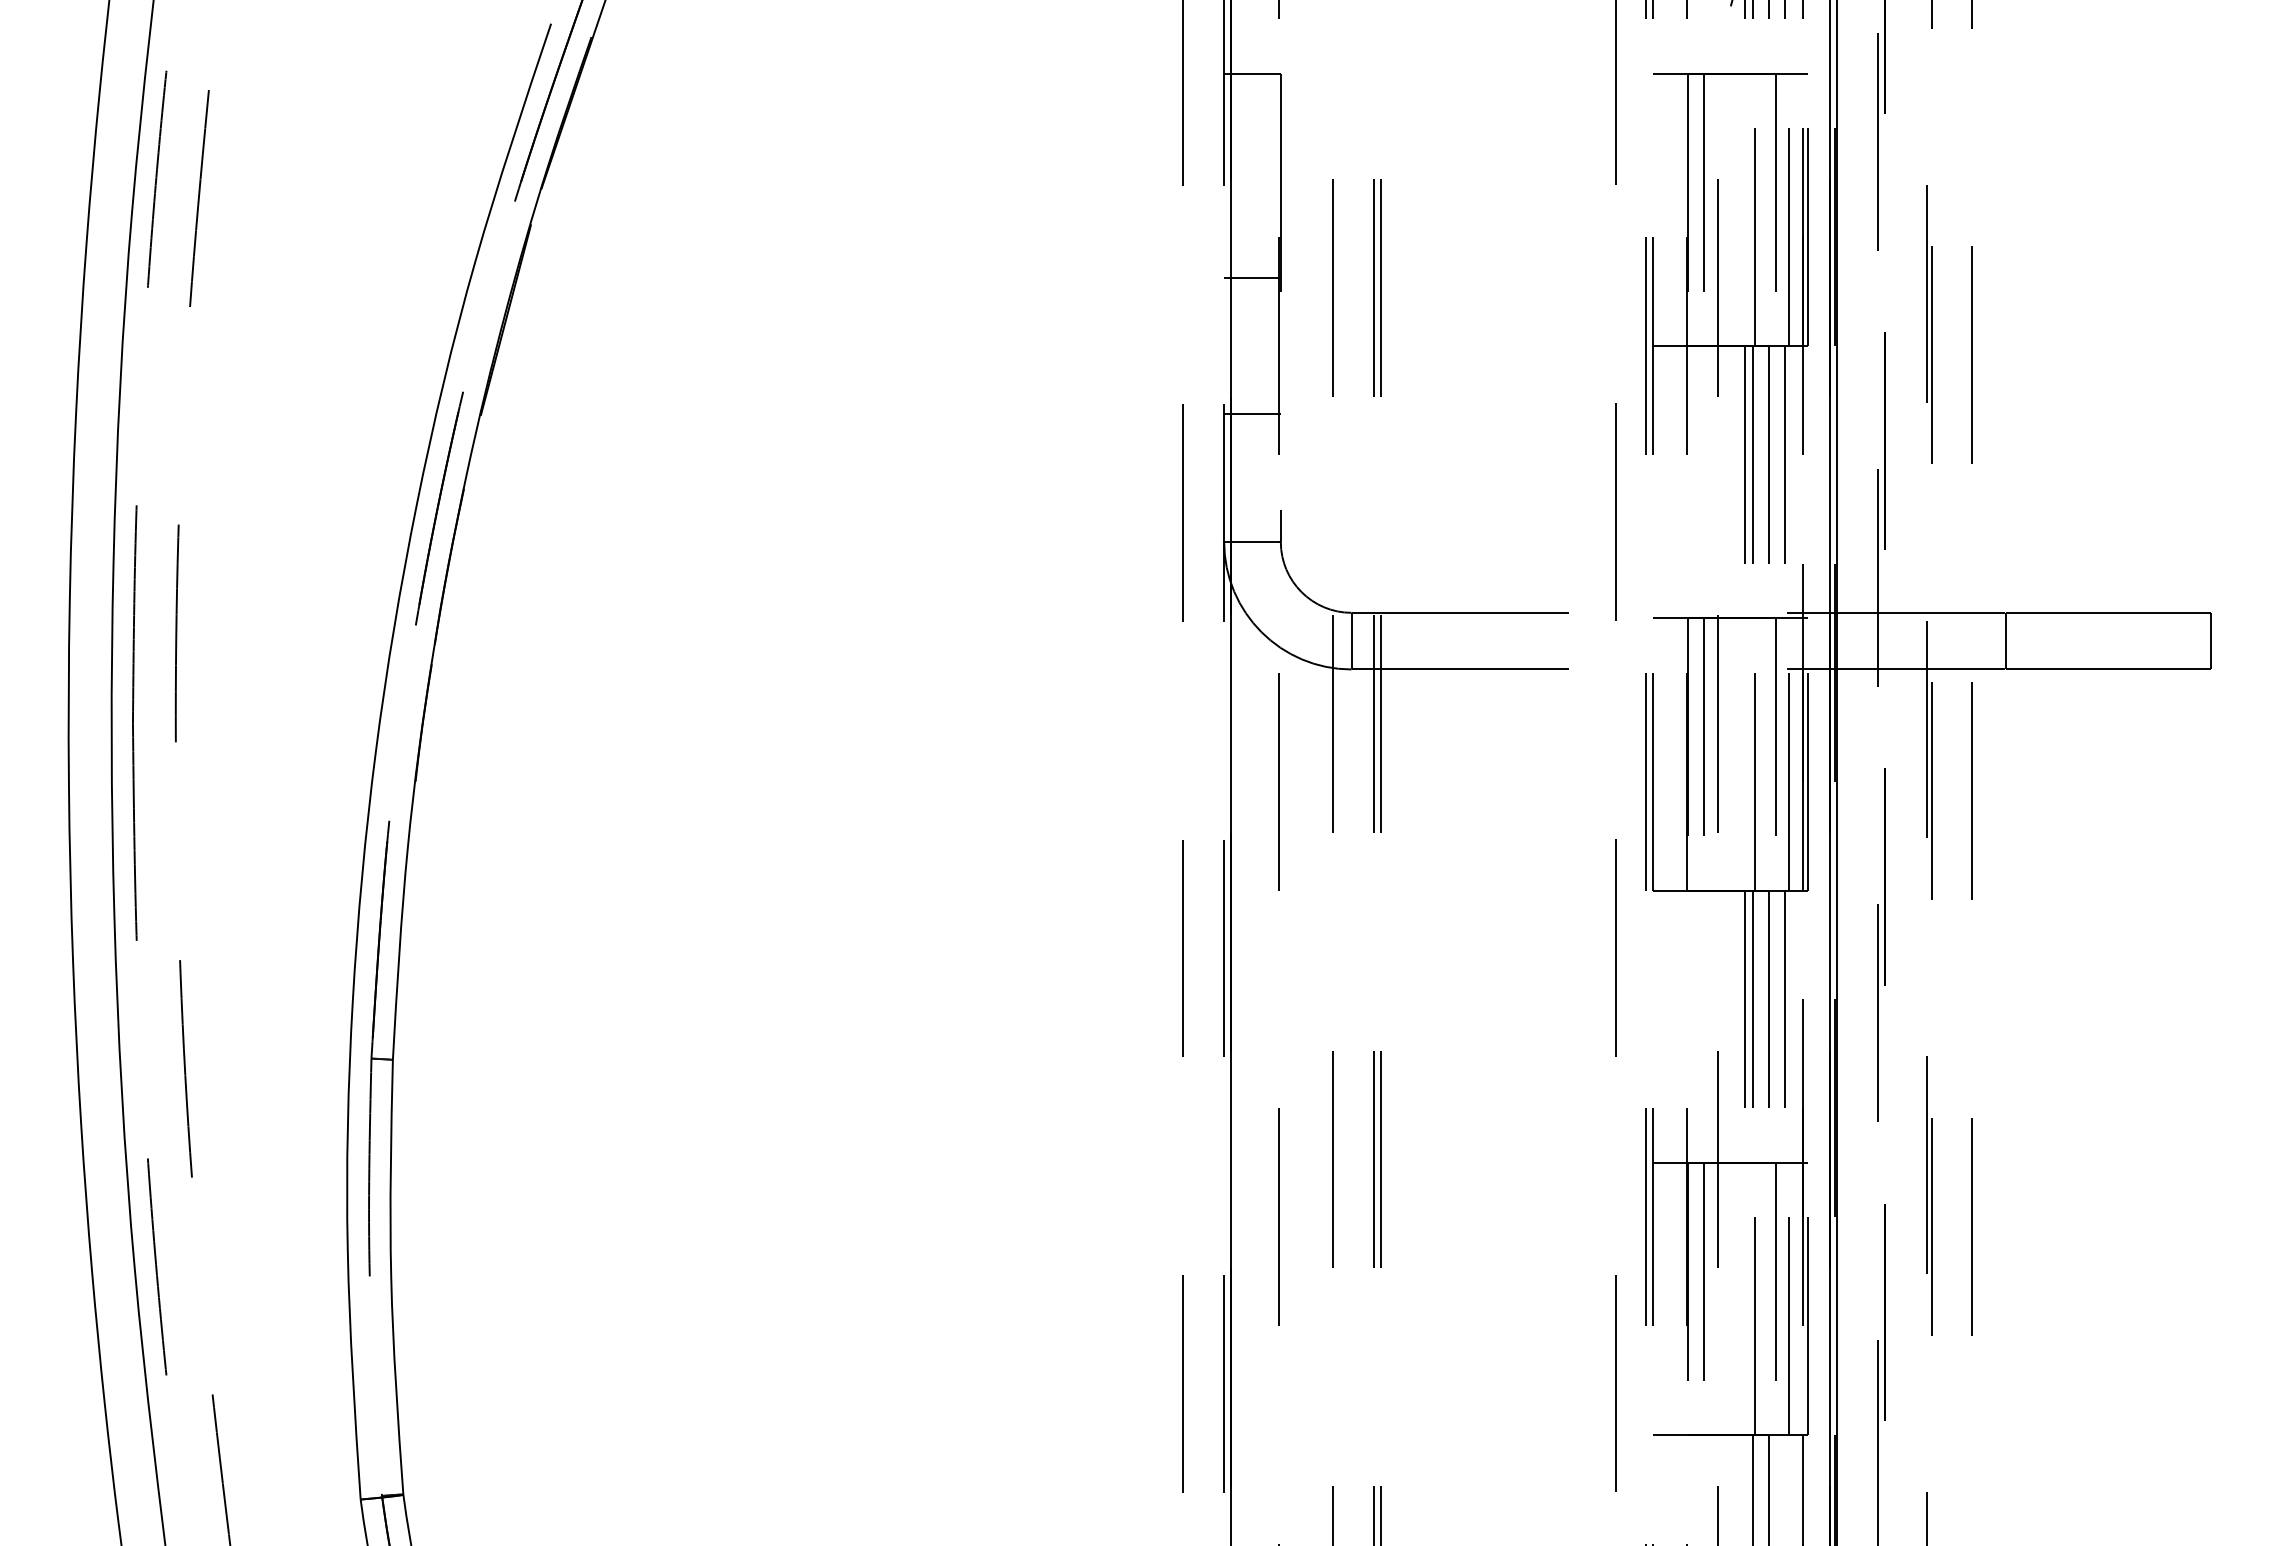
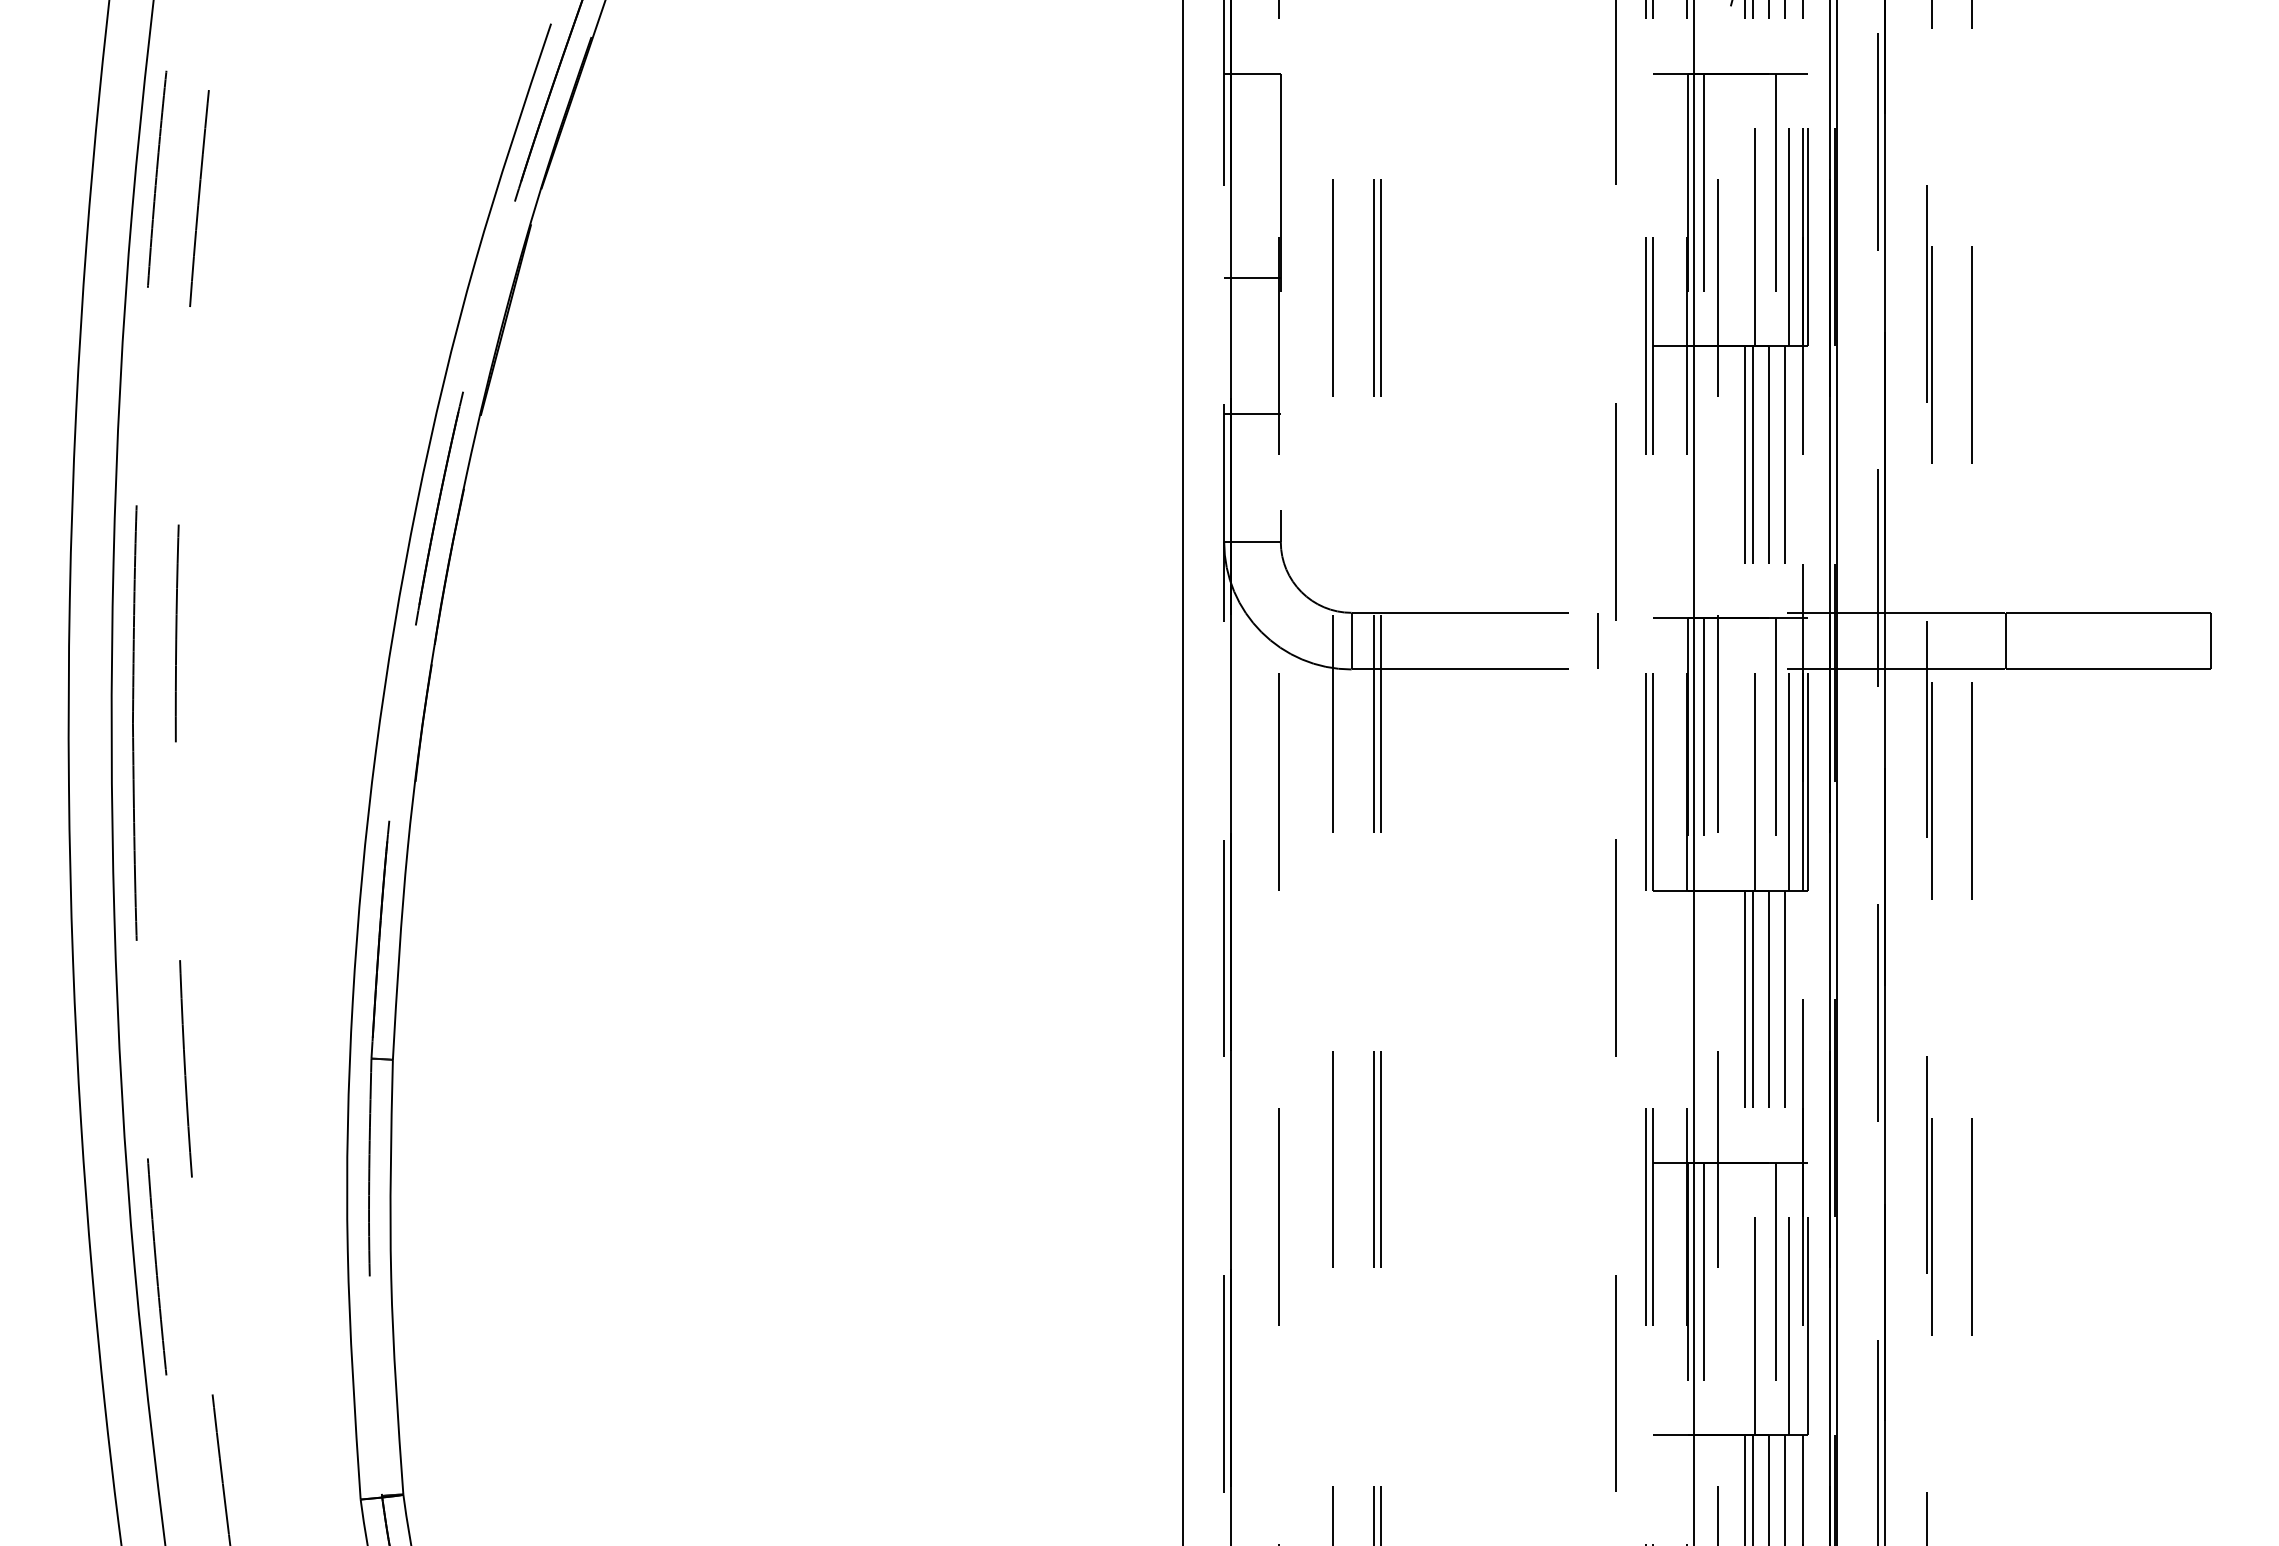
line at (1597, 640): none -> present
line at (1183, 772): dashed -> solid
line at (1694, 772): none -> present
line at (1885, 773): dashed -> solid
line at (1744, 1488): none -> present
line at (1784, 1488): none -> present
